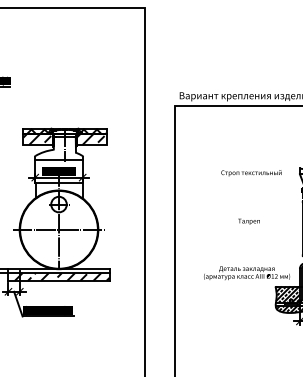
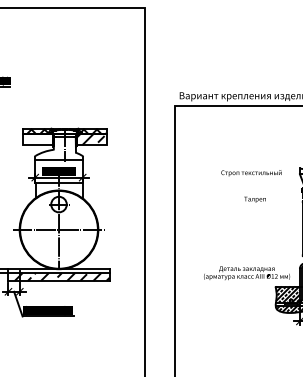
hatch at (37, 139): present -> none
text at (248, 221) position: (248, 221) -> (254, 199)
